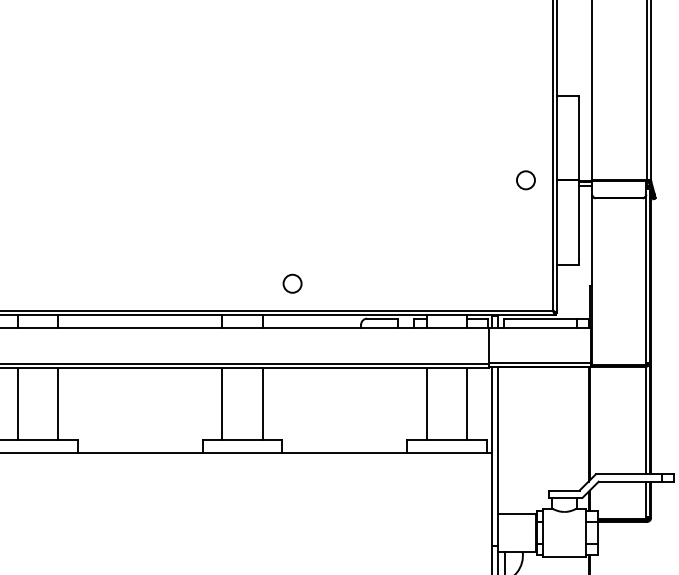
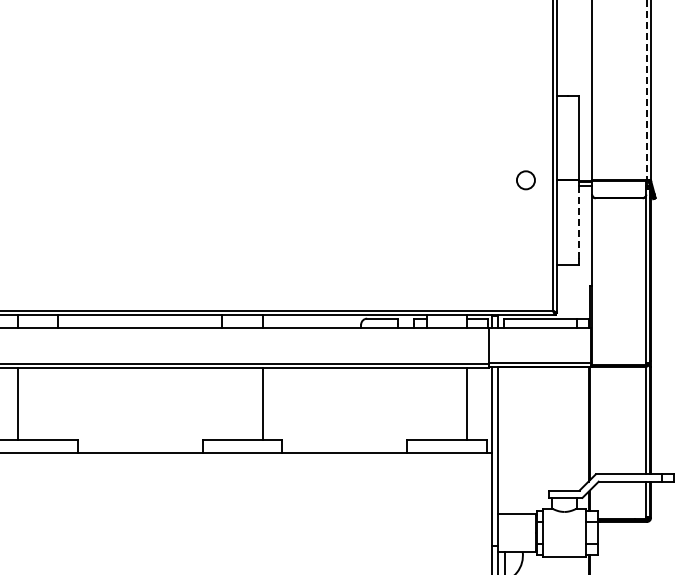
line at (646, 90): solid -> dashed
line at (578, 222): solid -> dashed
circle at (292, 283): present -> none
line at (58, 403): present -> none
line at (222, 403): present -> none
line at (426, 403): present -> none
